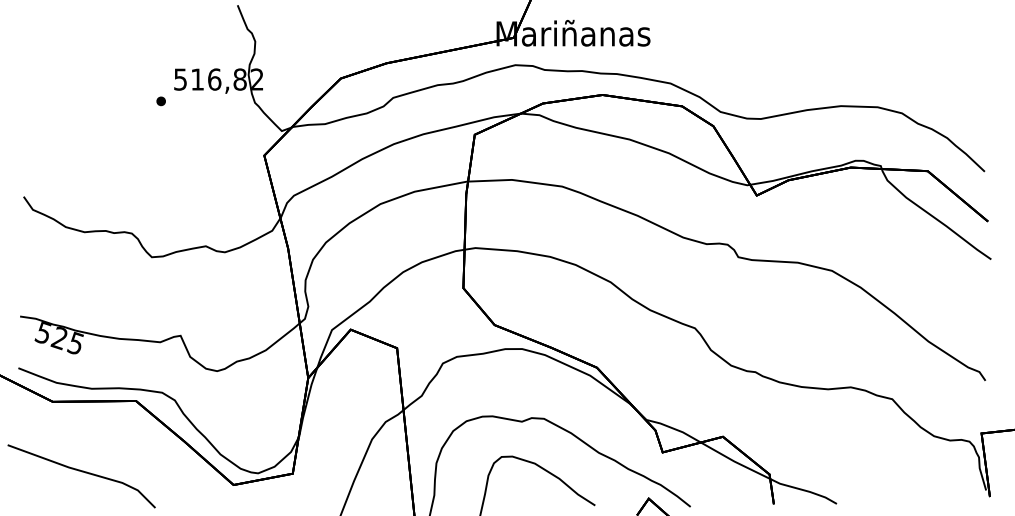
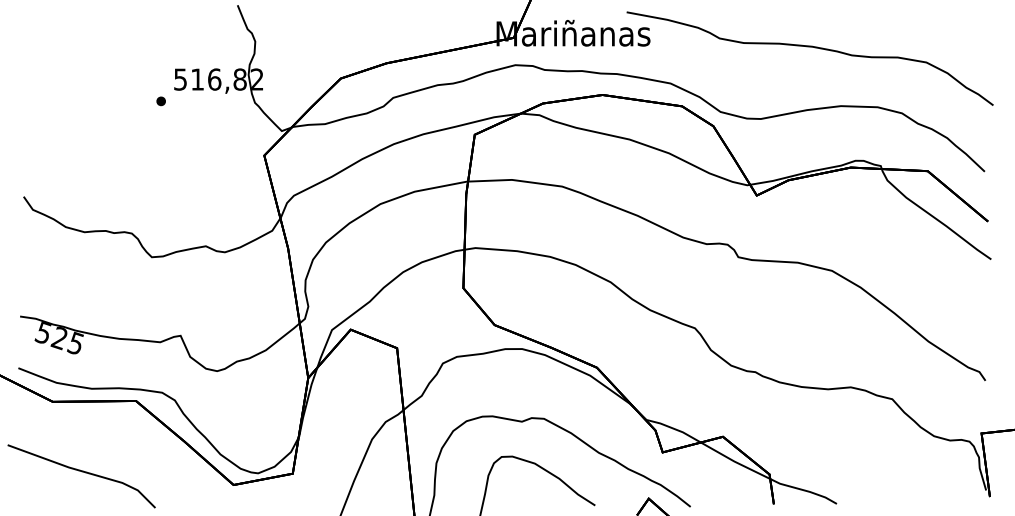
curve at (809, 47): none -> present
